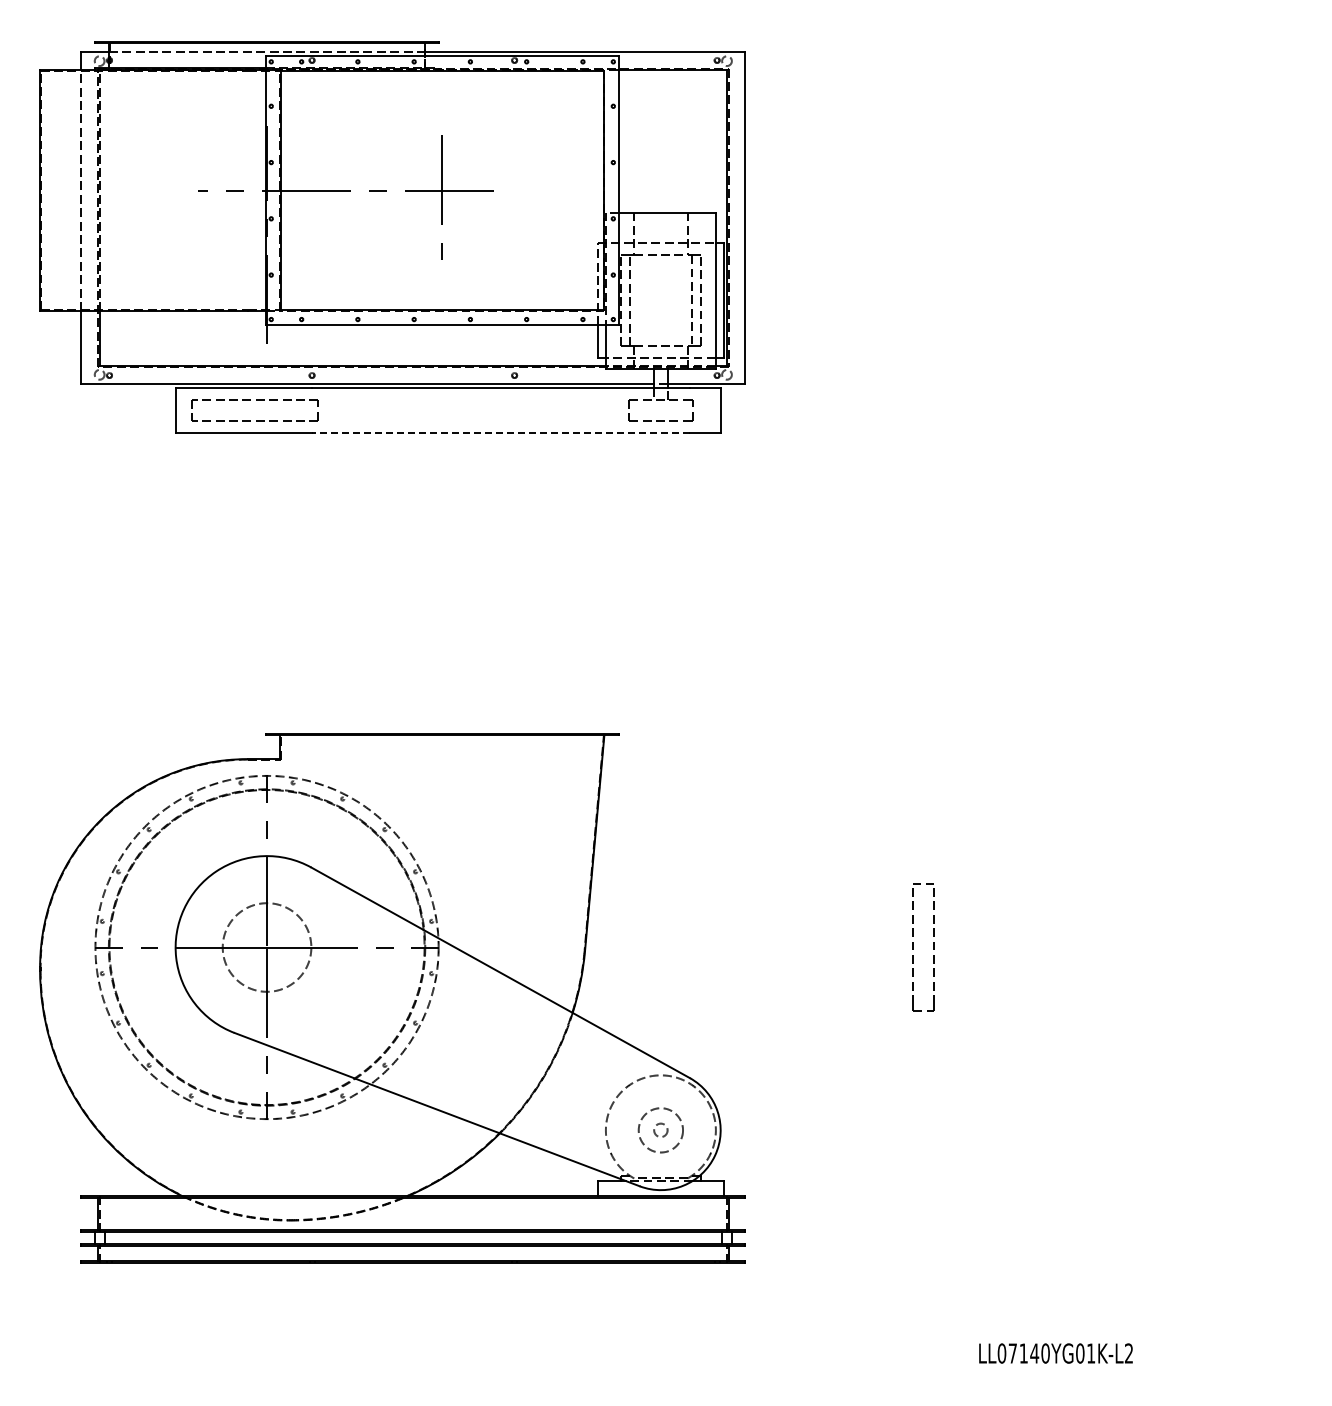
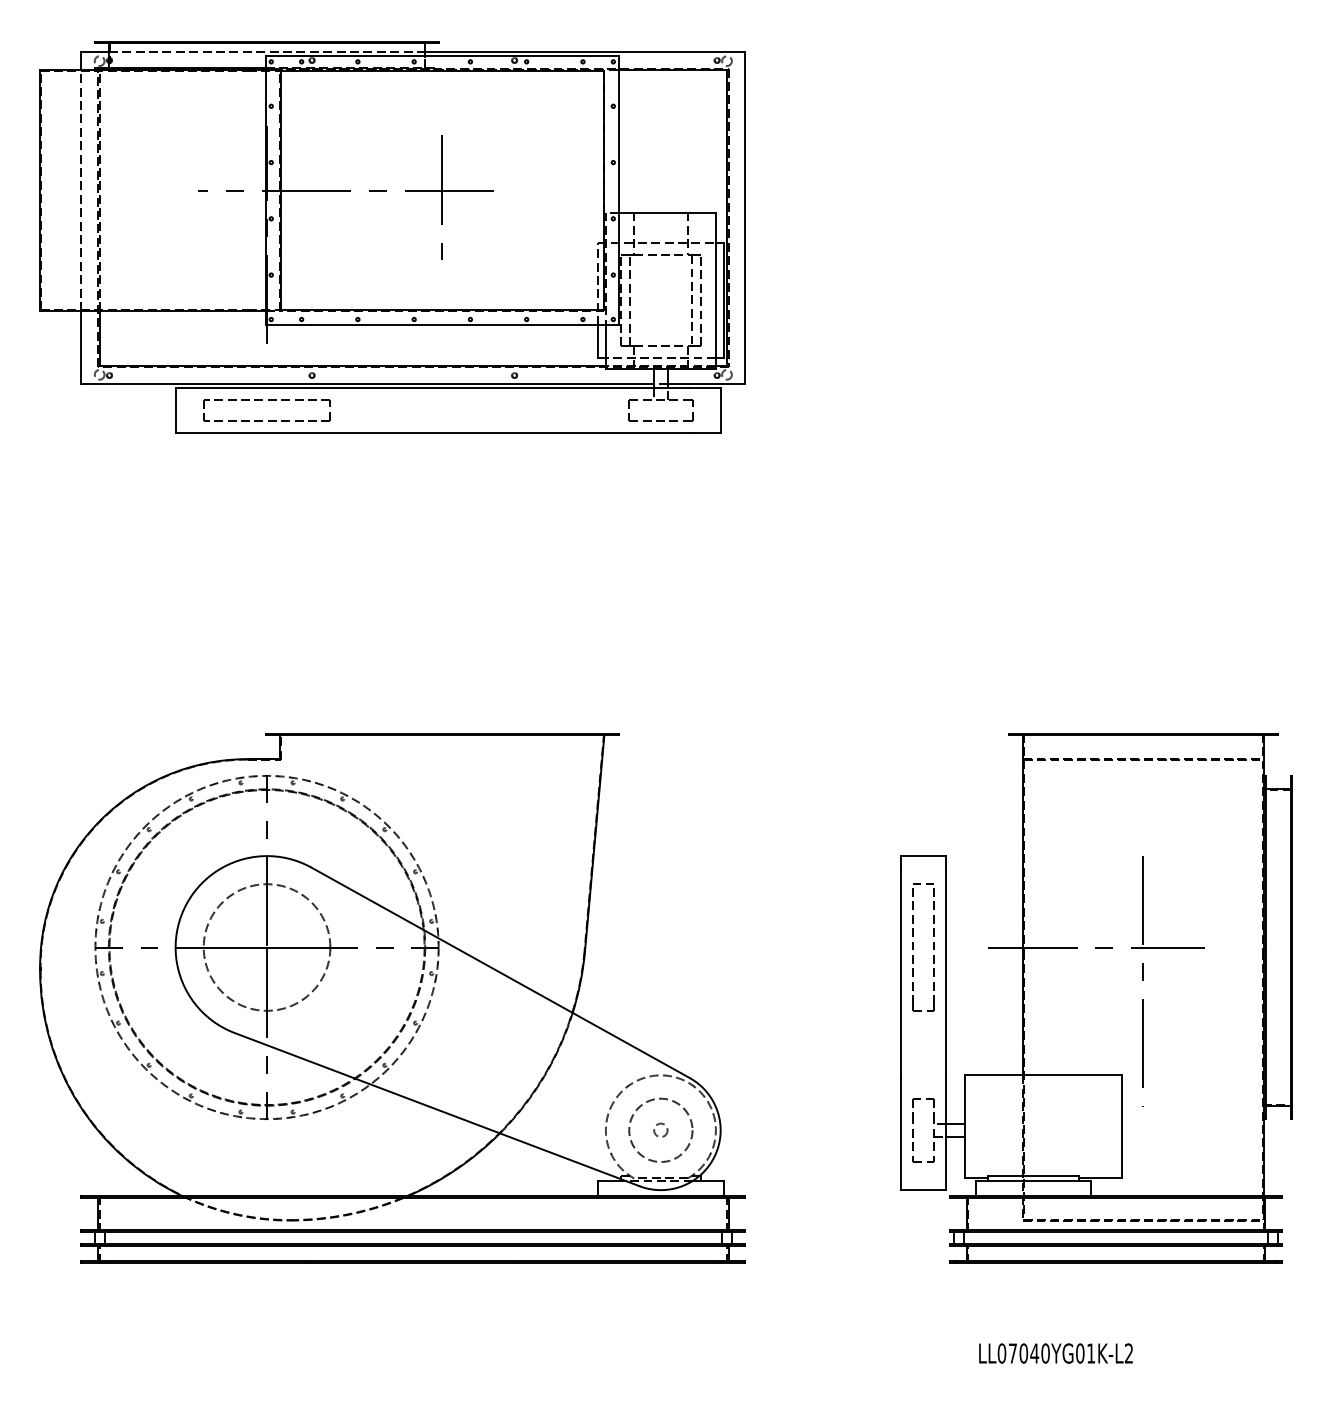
part at (256, 400) position: (256, 400) -> (268, 400)
line at (500, 432): dashed -> solid
circle at (266, 947) diameter: 89 px -> 127 px
part at (1096, 998): none -> present
circle at (660, 1130) diameter: 44 px -> 63 px
text at (1023, 1353): LL07140YG01K-L2 -> LL07040YG01K-L2
